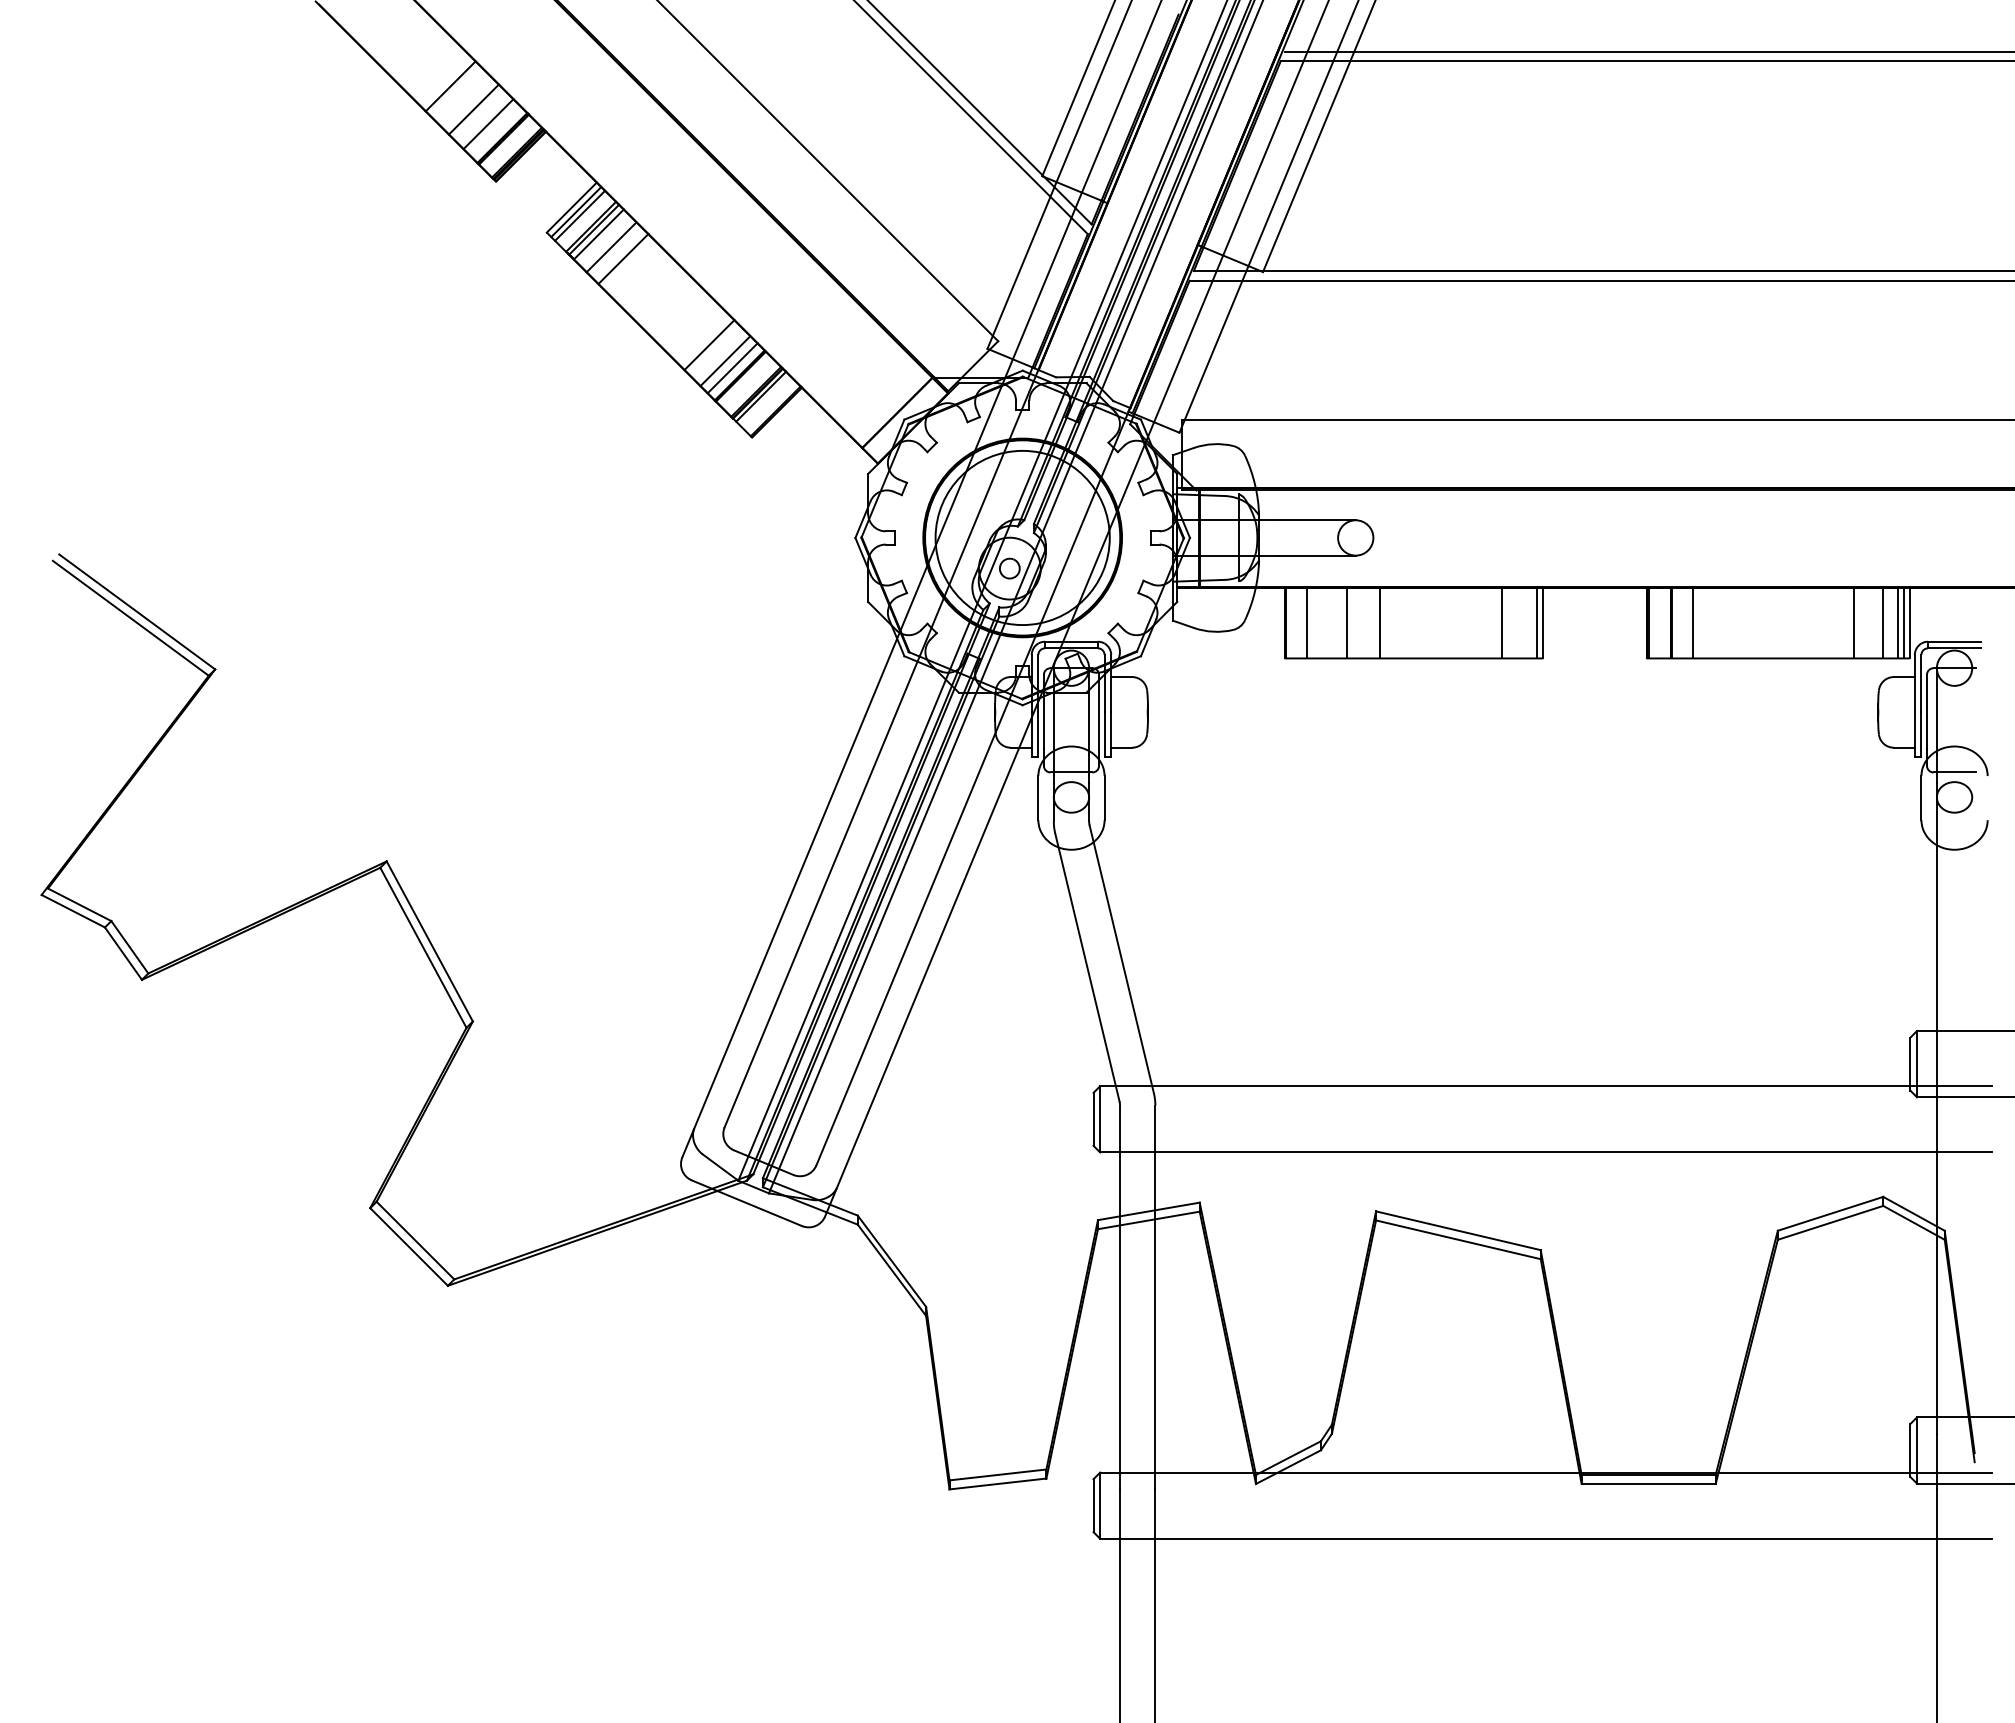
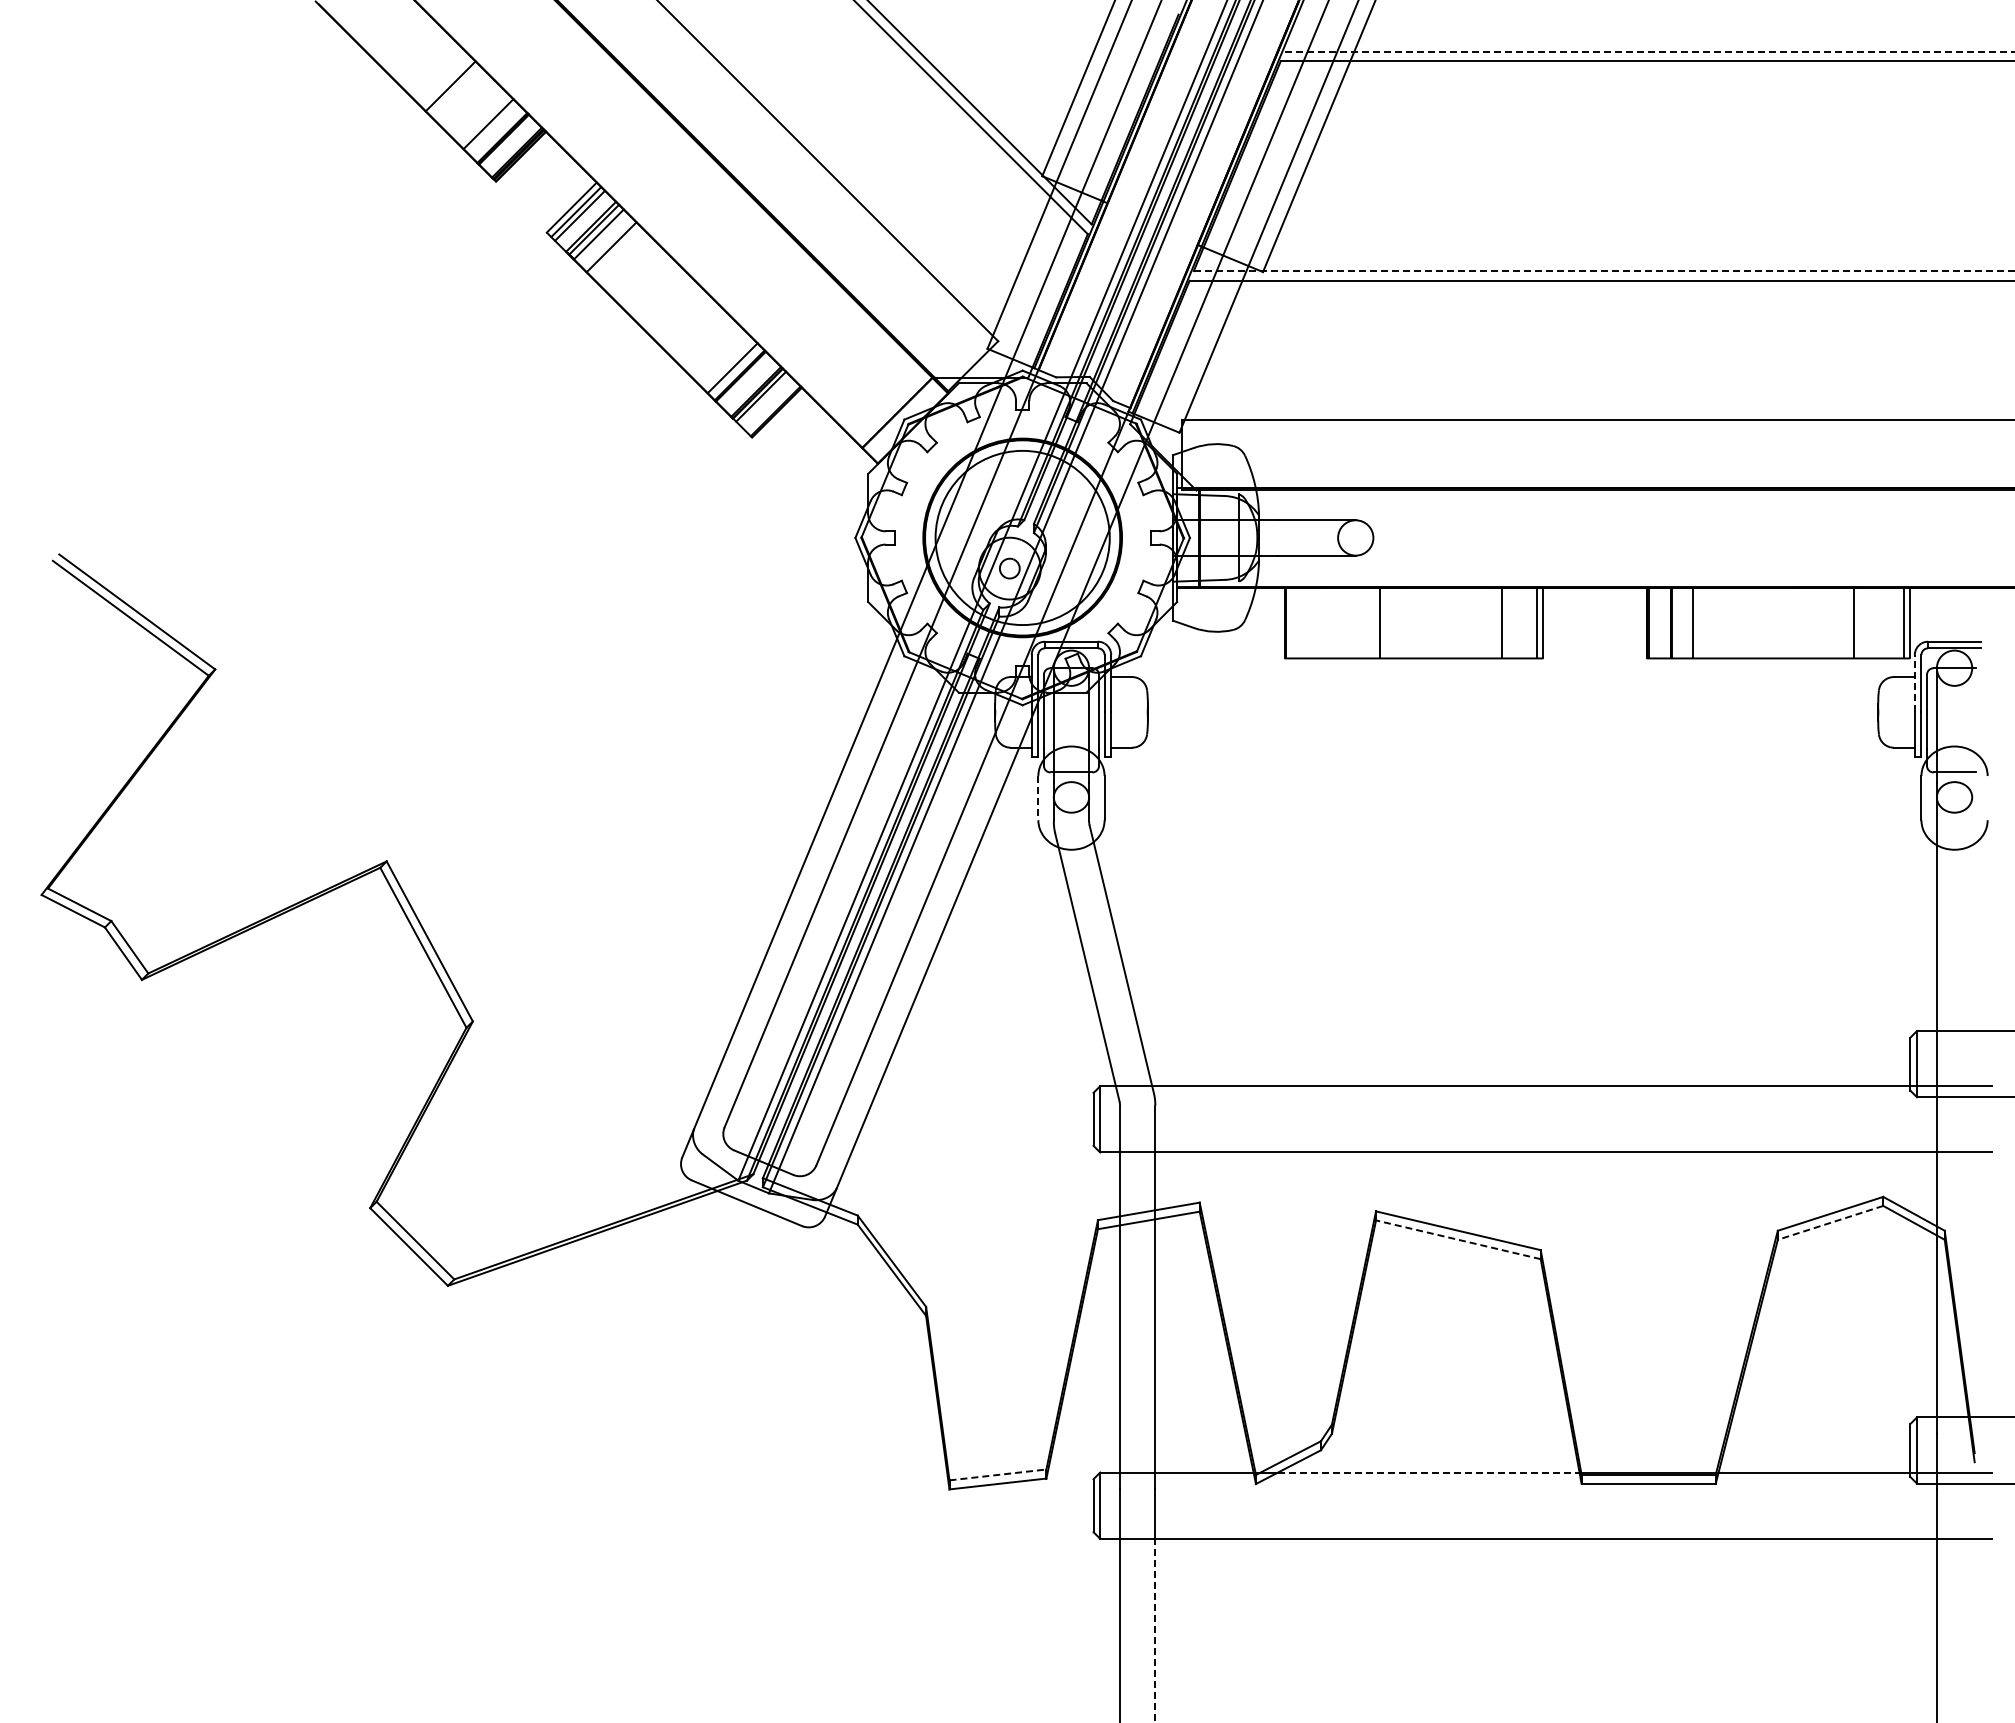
line at (1649, 51): solid -> dashed
line at (473, 109): present -> none
line at (623, 258): present -> none
line at (1604, 271): solid -> dashed
line at (709, 345): present -> none
line at (725, 361): present -> none
line at (1307, 622): present -> none
line at (1347, 622): present -> none
line at (1882, 622): present -> none
line at (1898, 622): present -> none
line at (1914, 683): solid -> dashed
line at (1038, 798): solid -> dashed
line at (1830, 1223): solid -> dashed
line at (1458, 1239): solid -> dashed
line at (1428, 1472): solid -> dashed
line at (997, 1474): solid -> dashed
line at (1155, 1630): solid -> dashed
